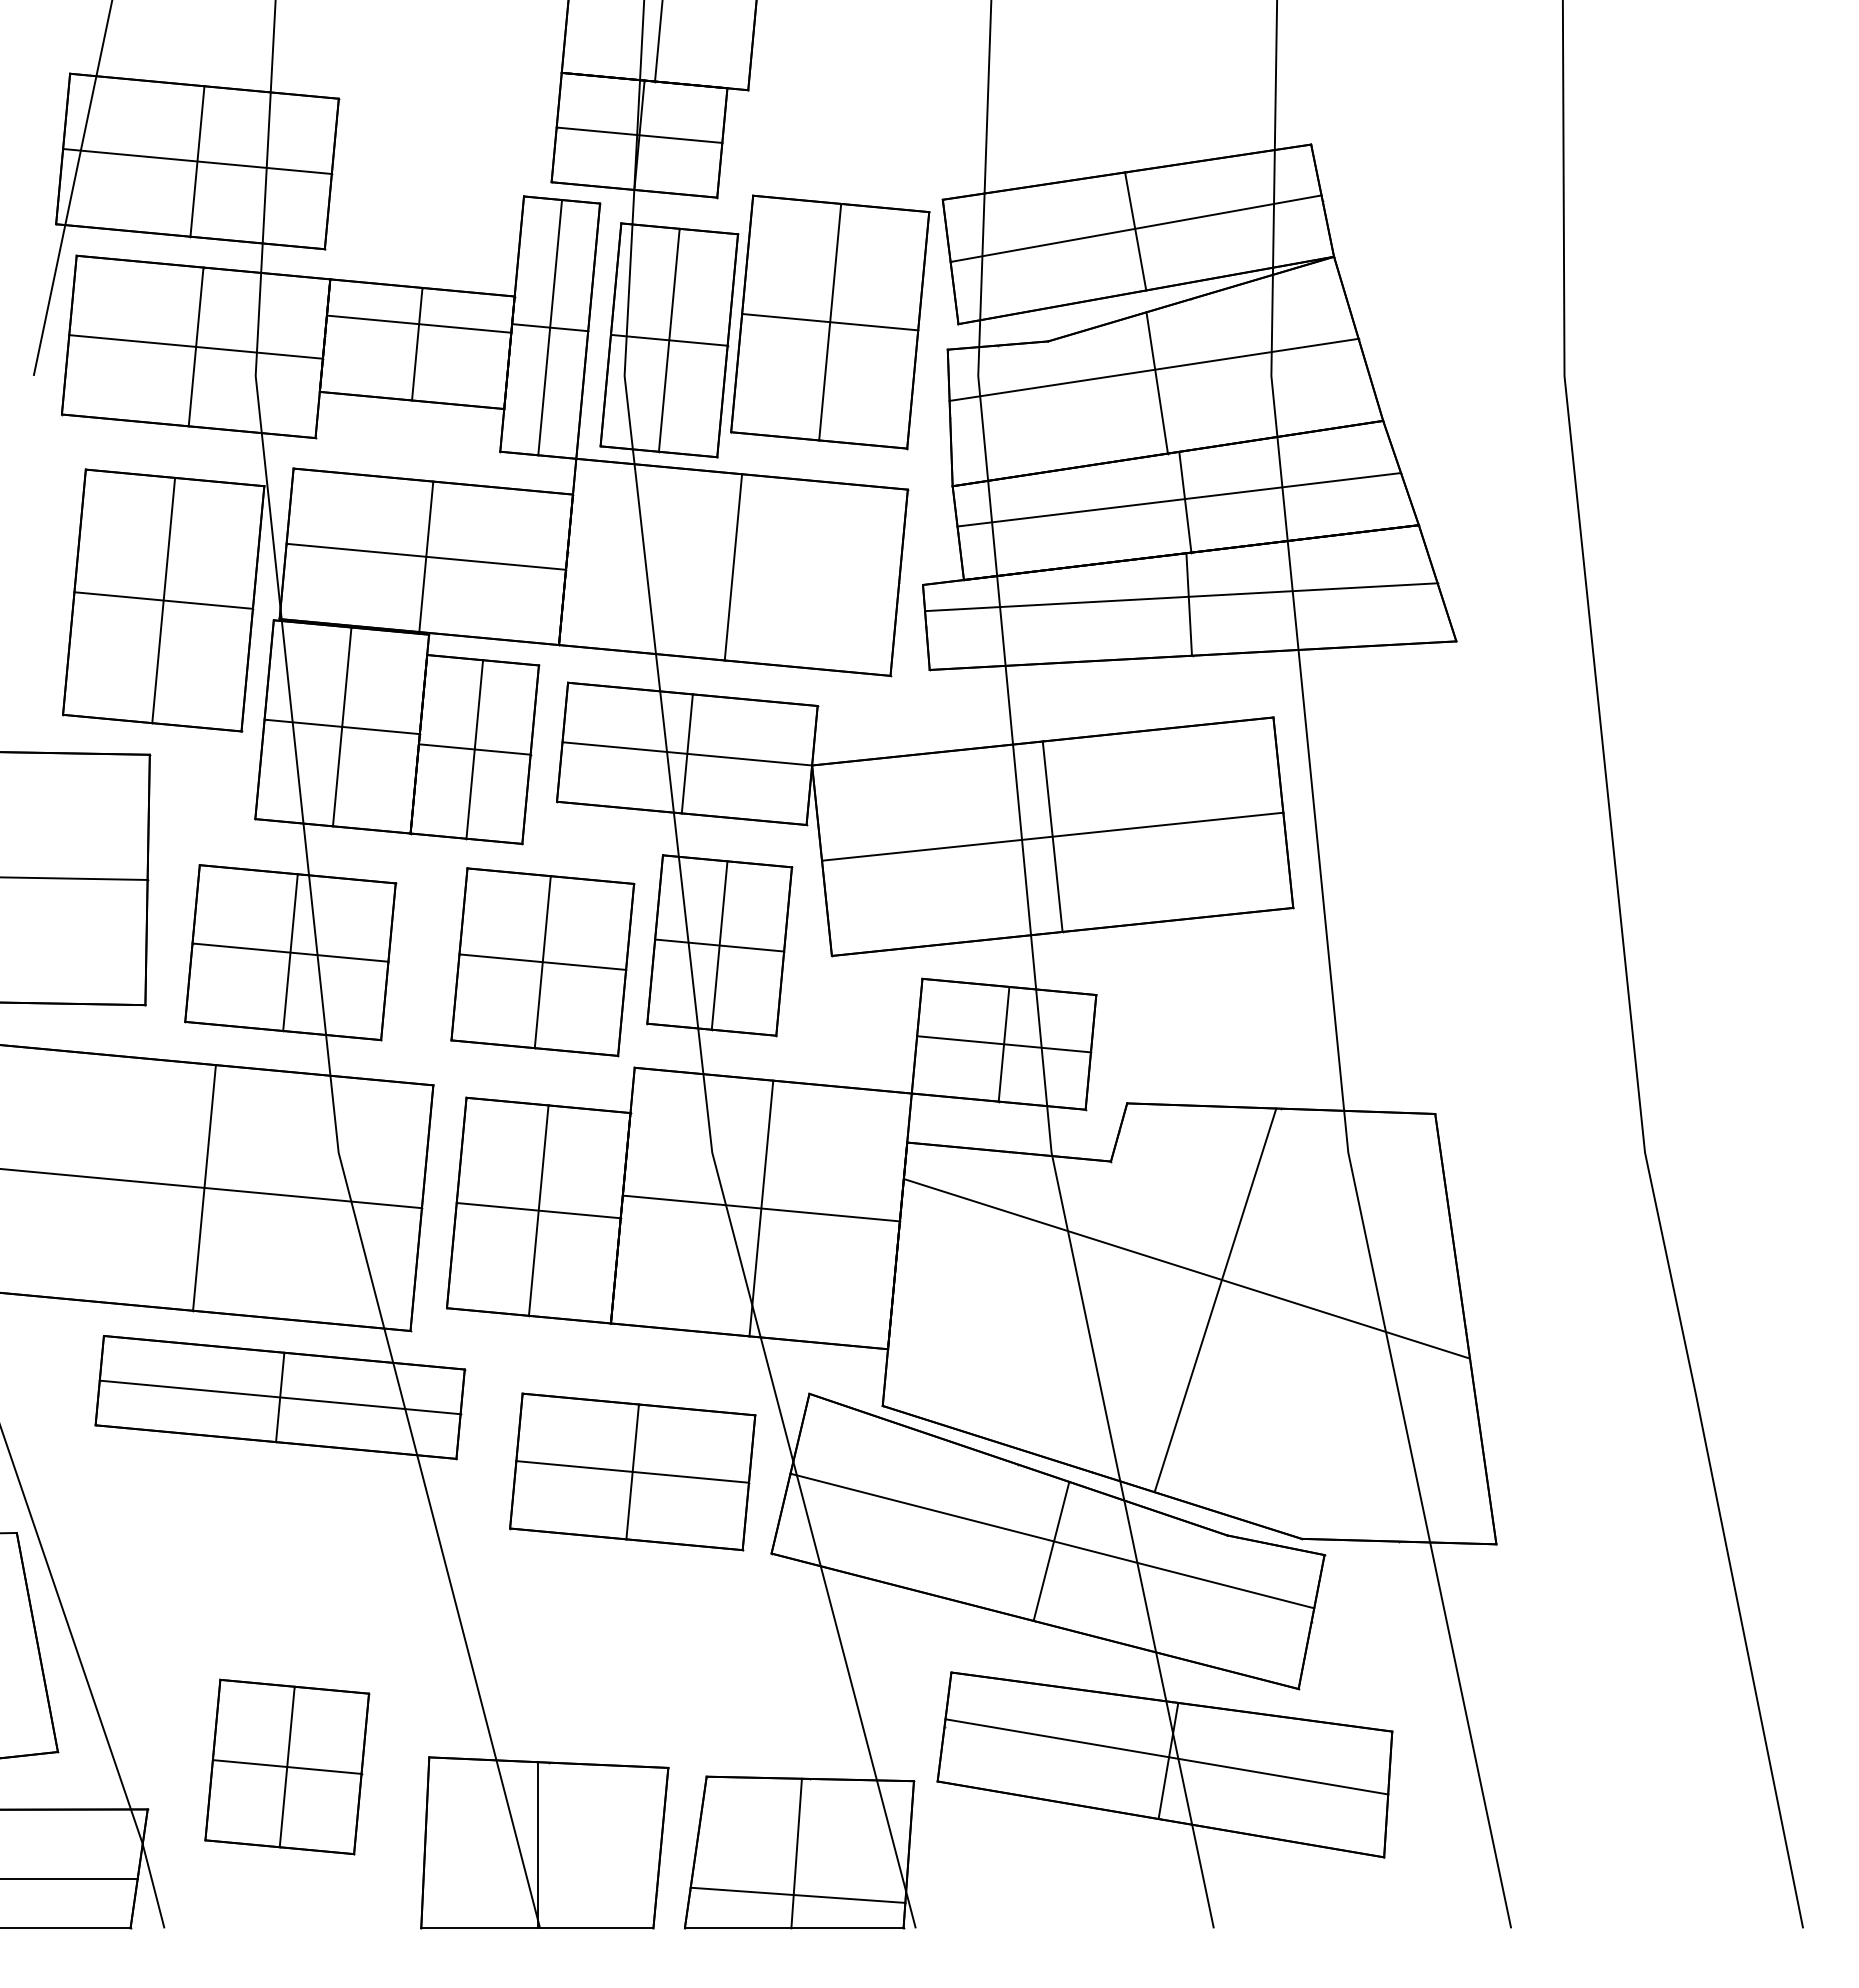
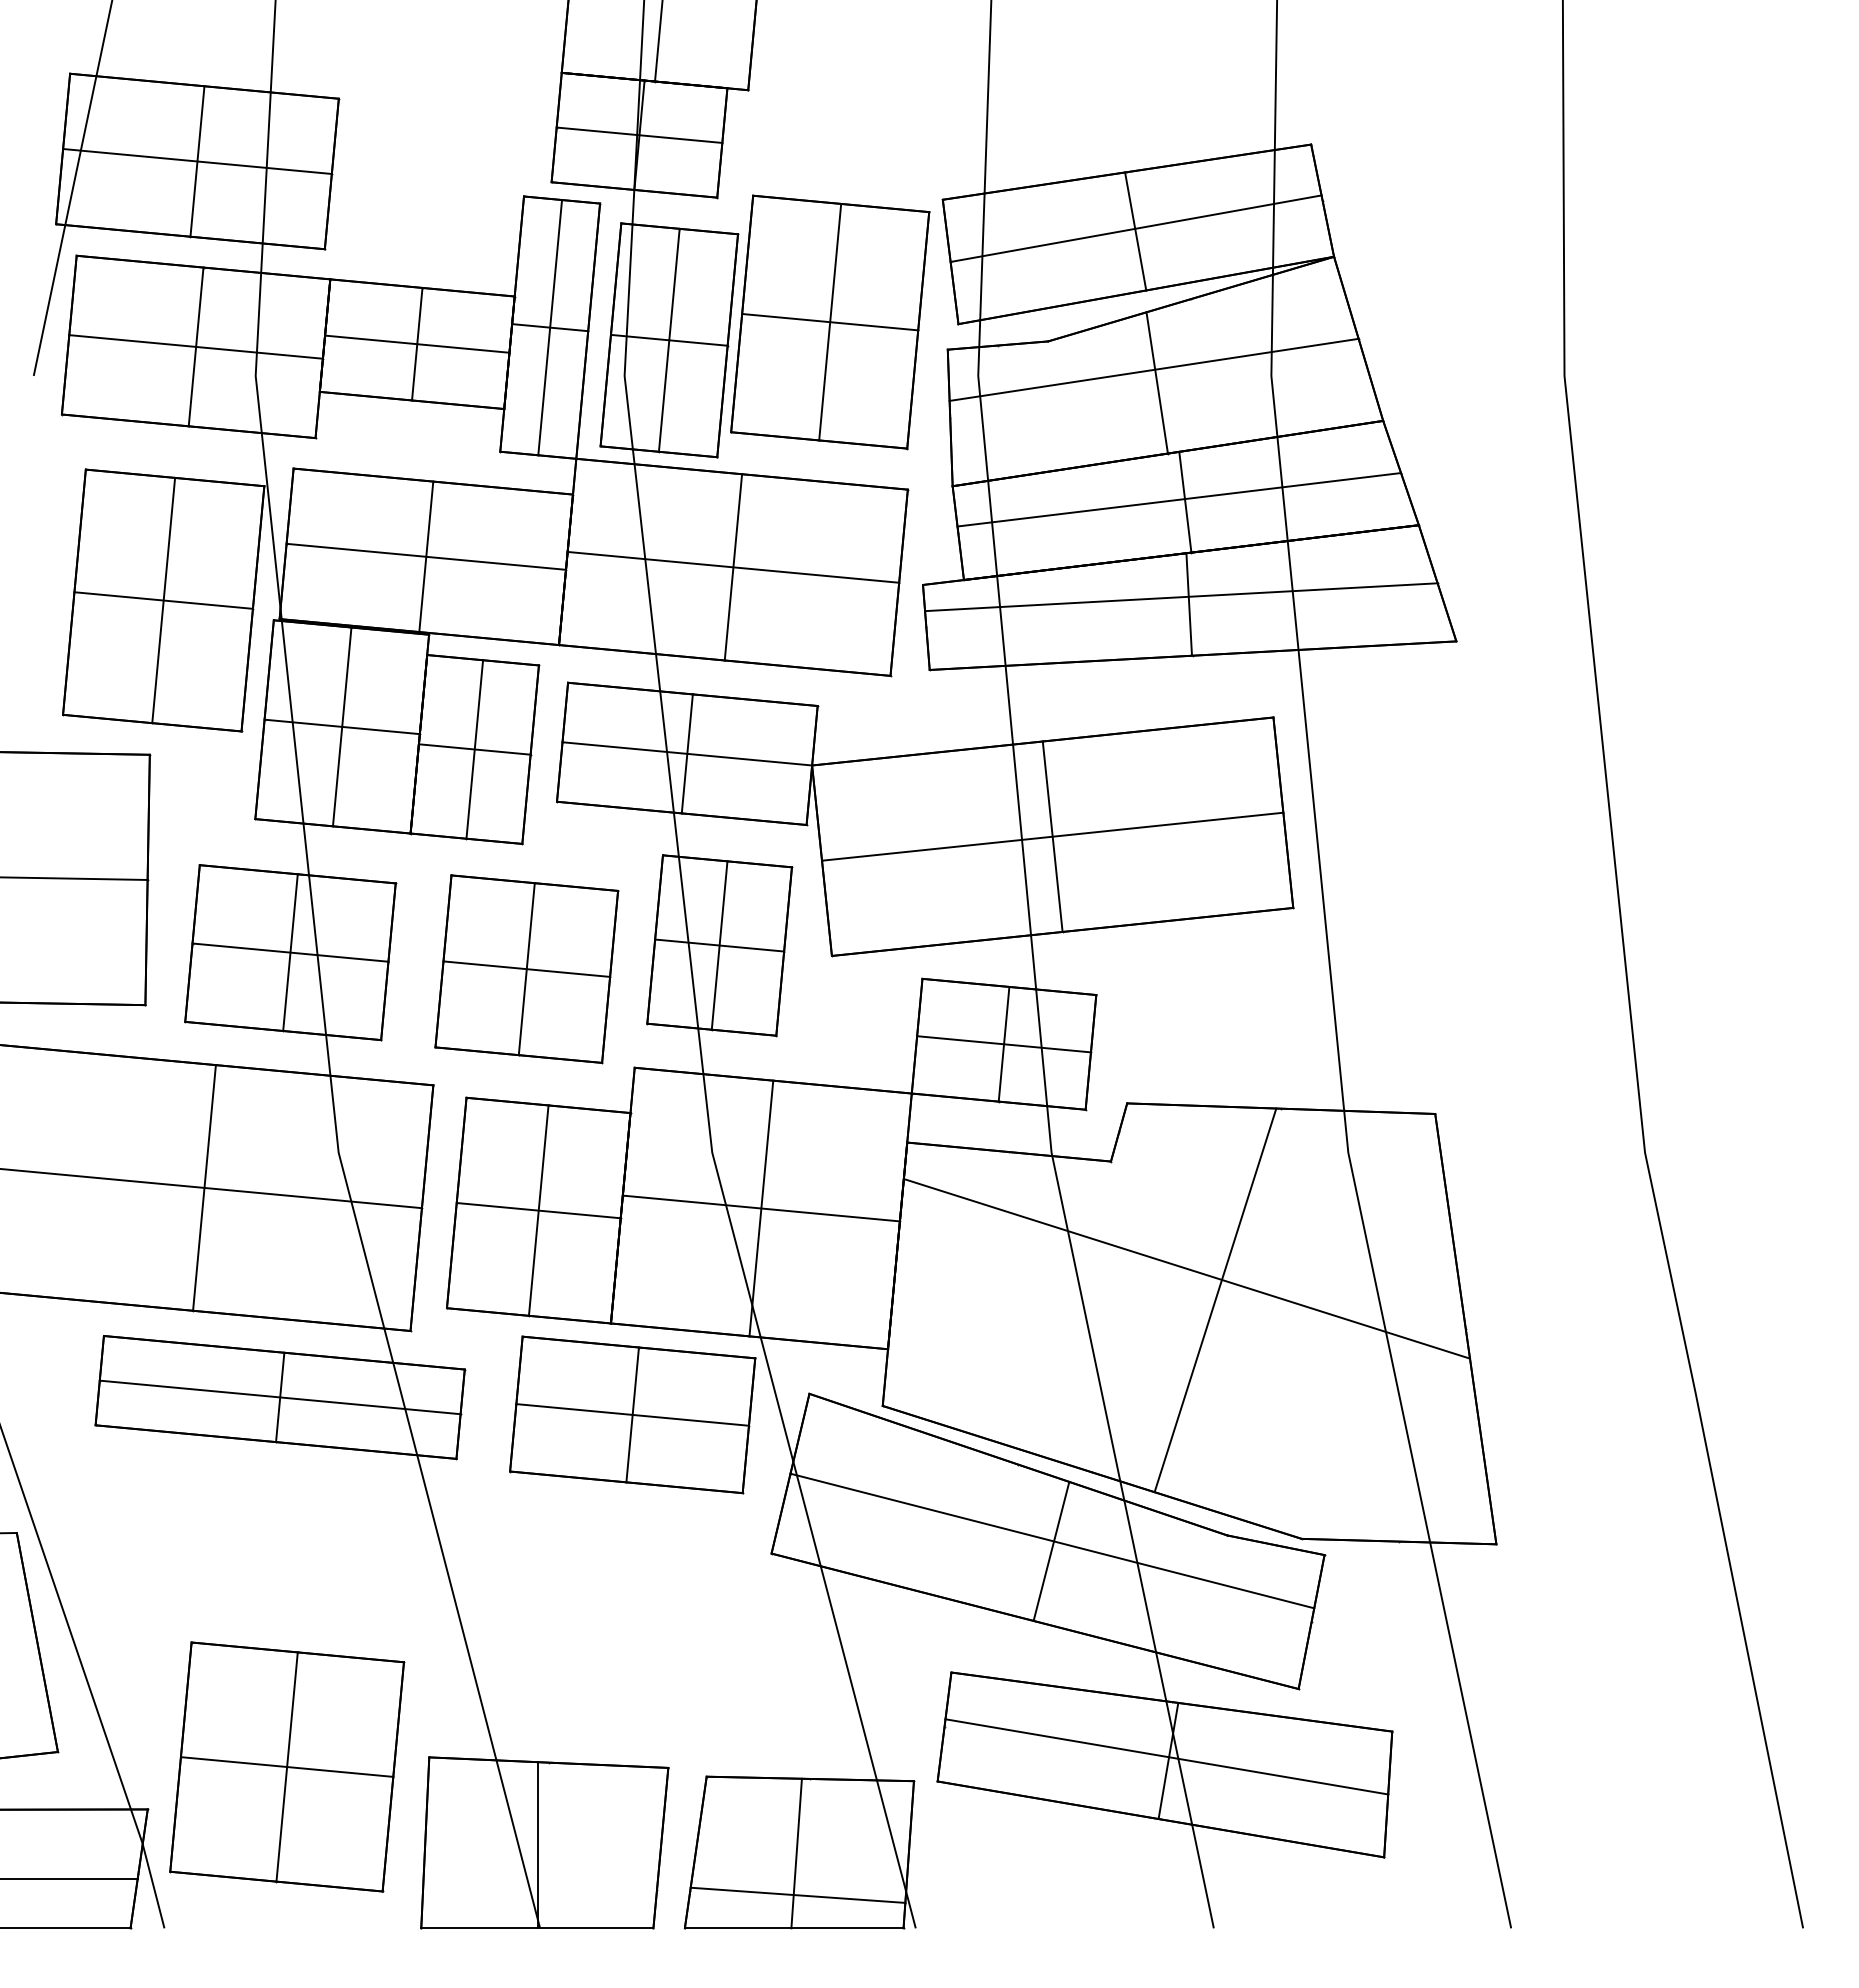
line at (419, 323) position: (419, 323) -> (417, 343)
line at (733, 566): none -> present
part at (542, 962) position: (542, 962) -> (526, 969)
part at (632, 1471) position: (632, 1471) -> (632, 1414)
part at (287, 1766) size: 167x178 px -> 237x252 px
